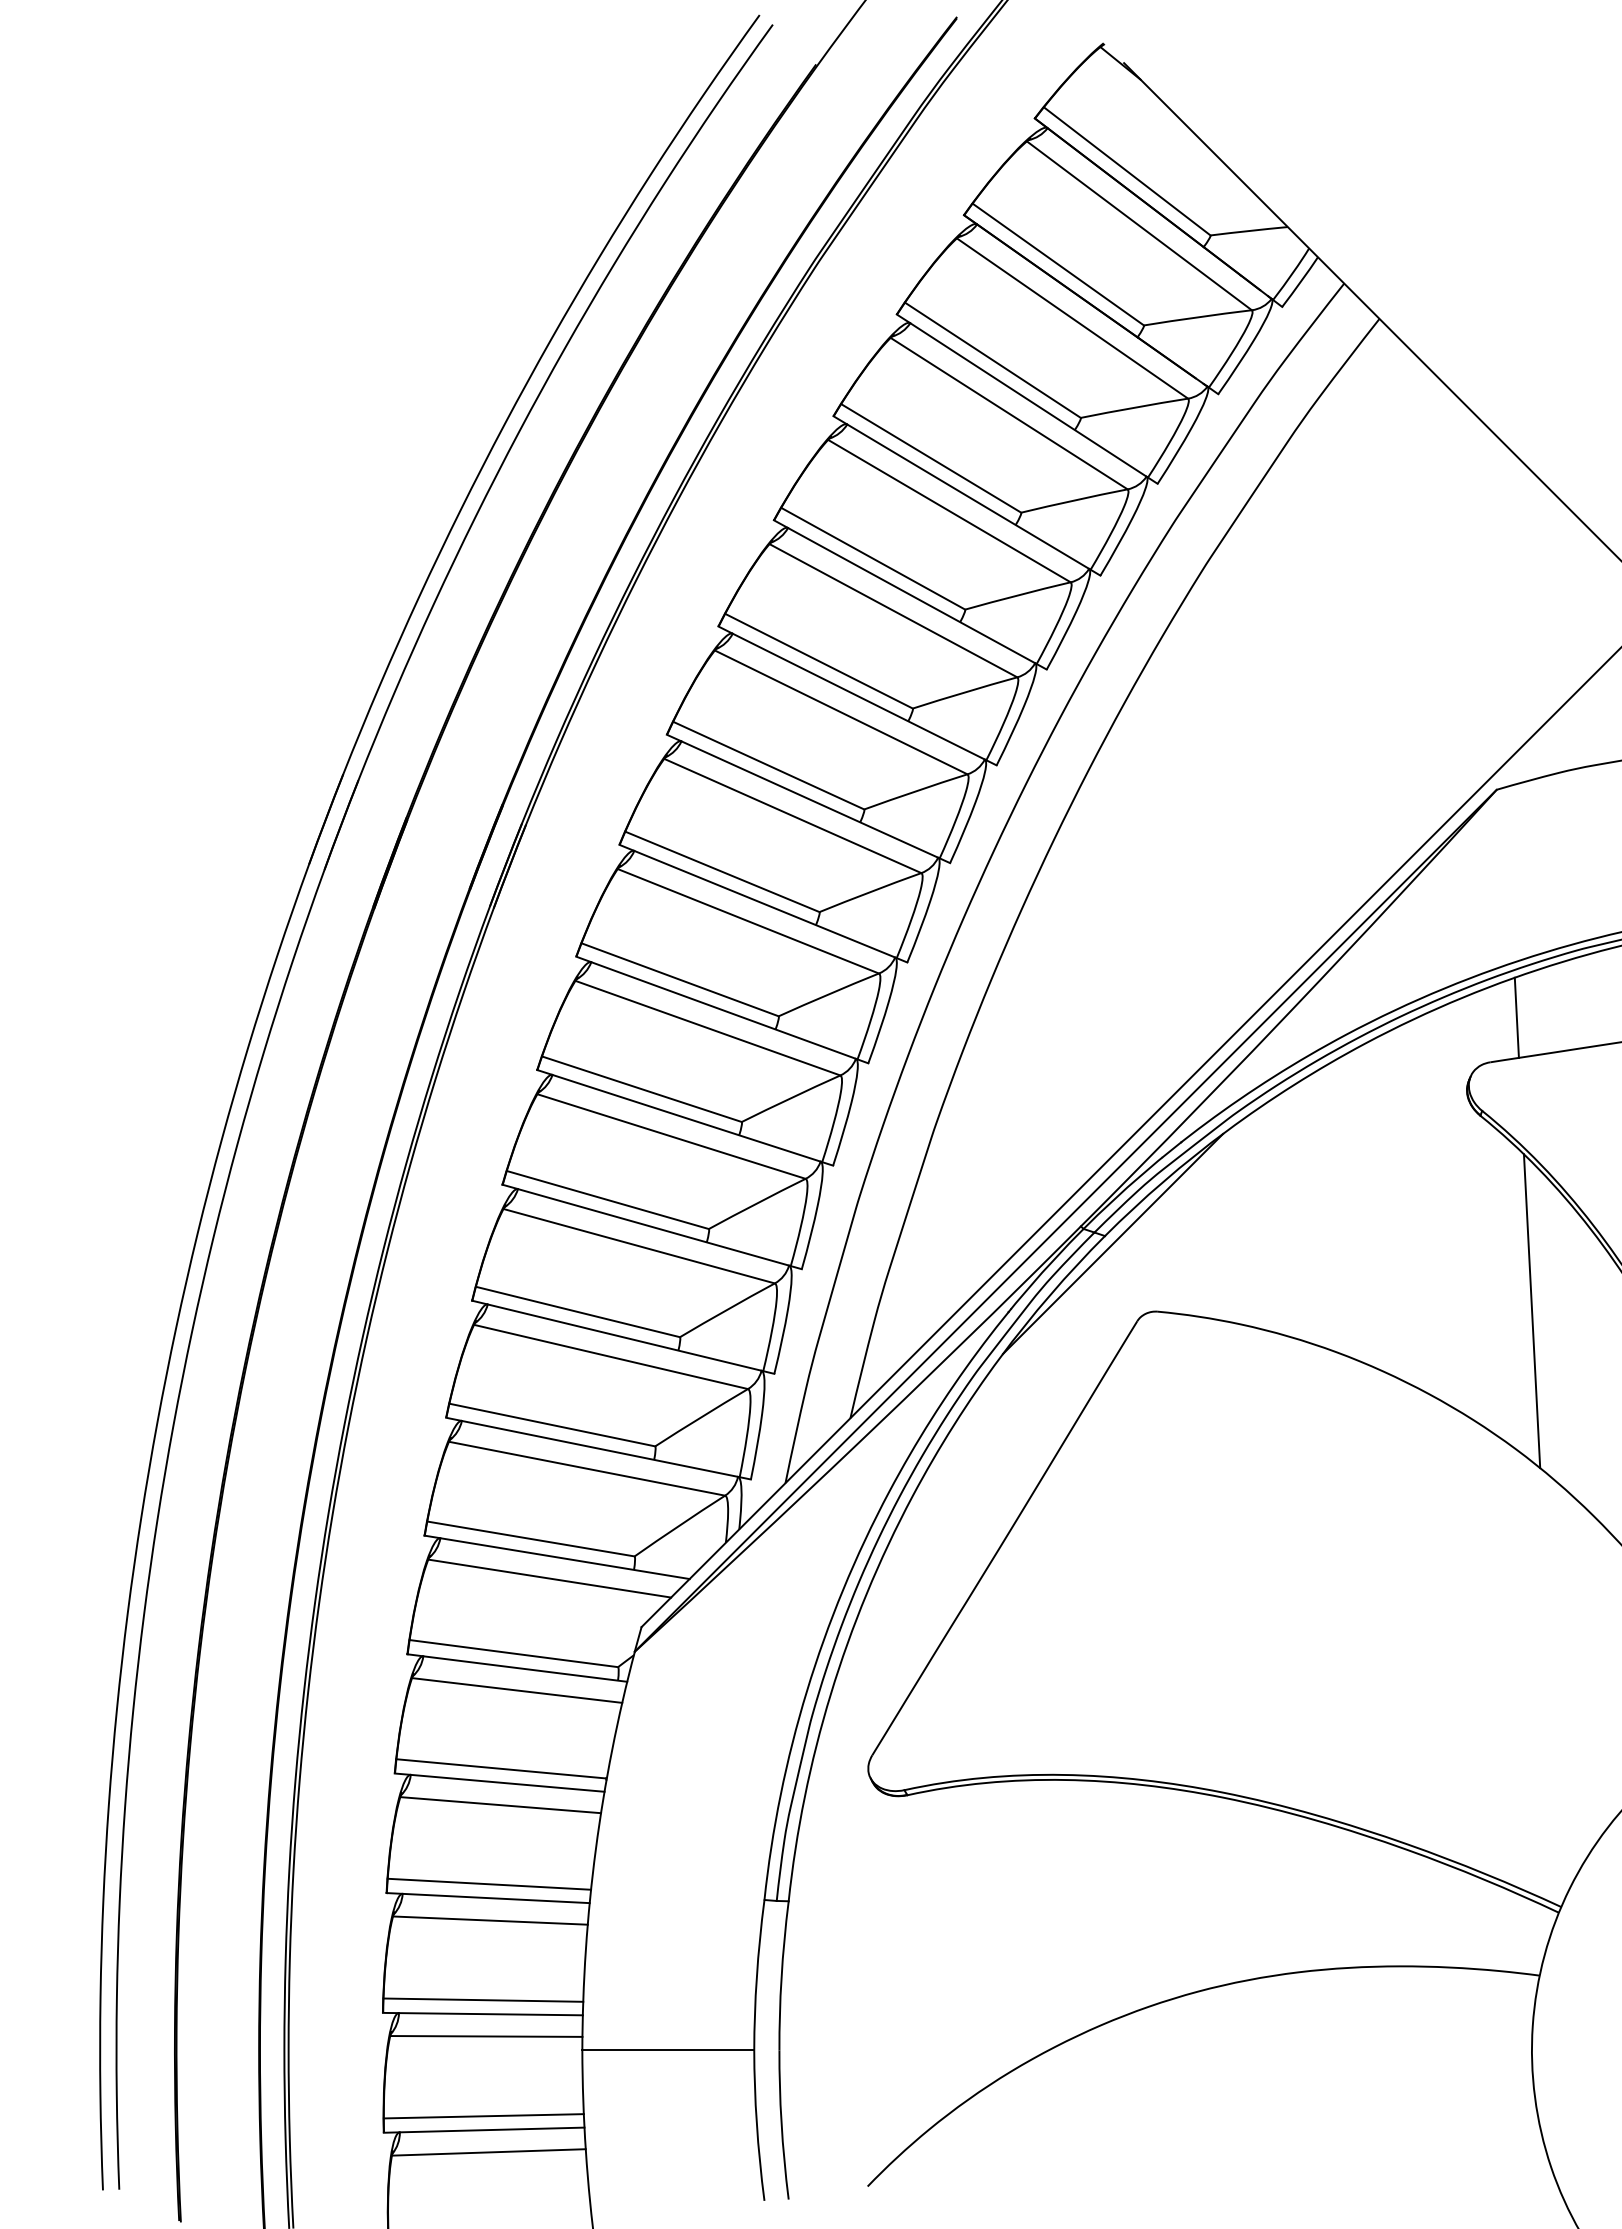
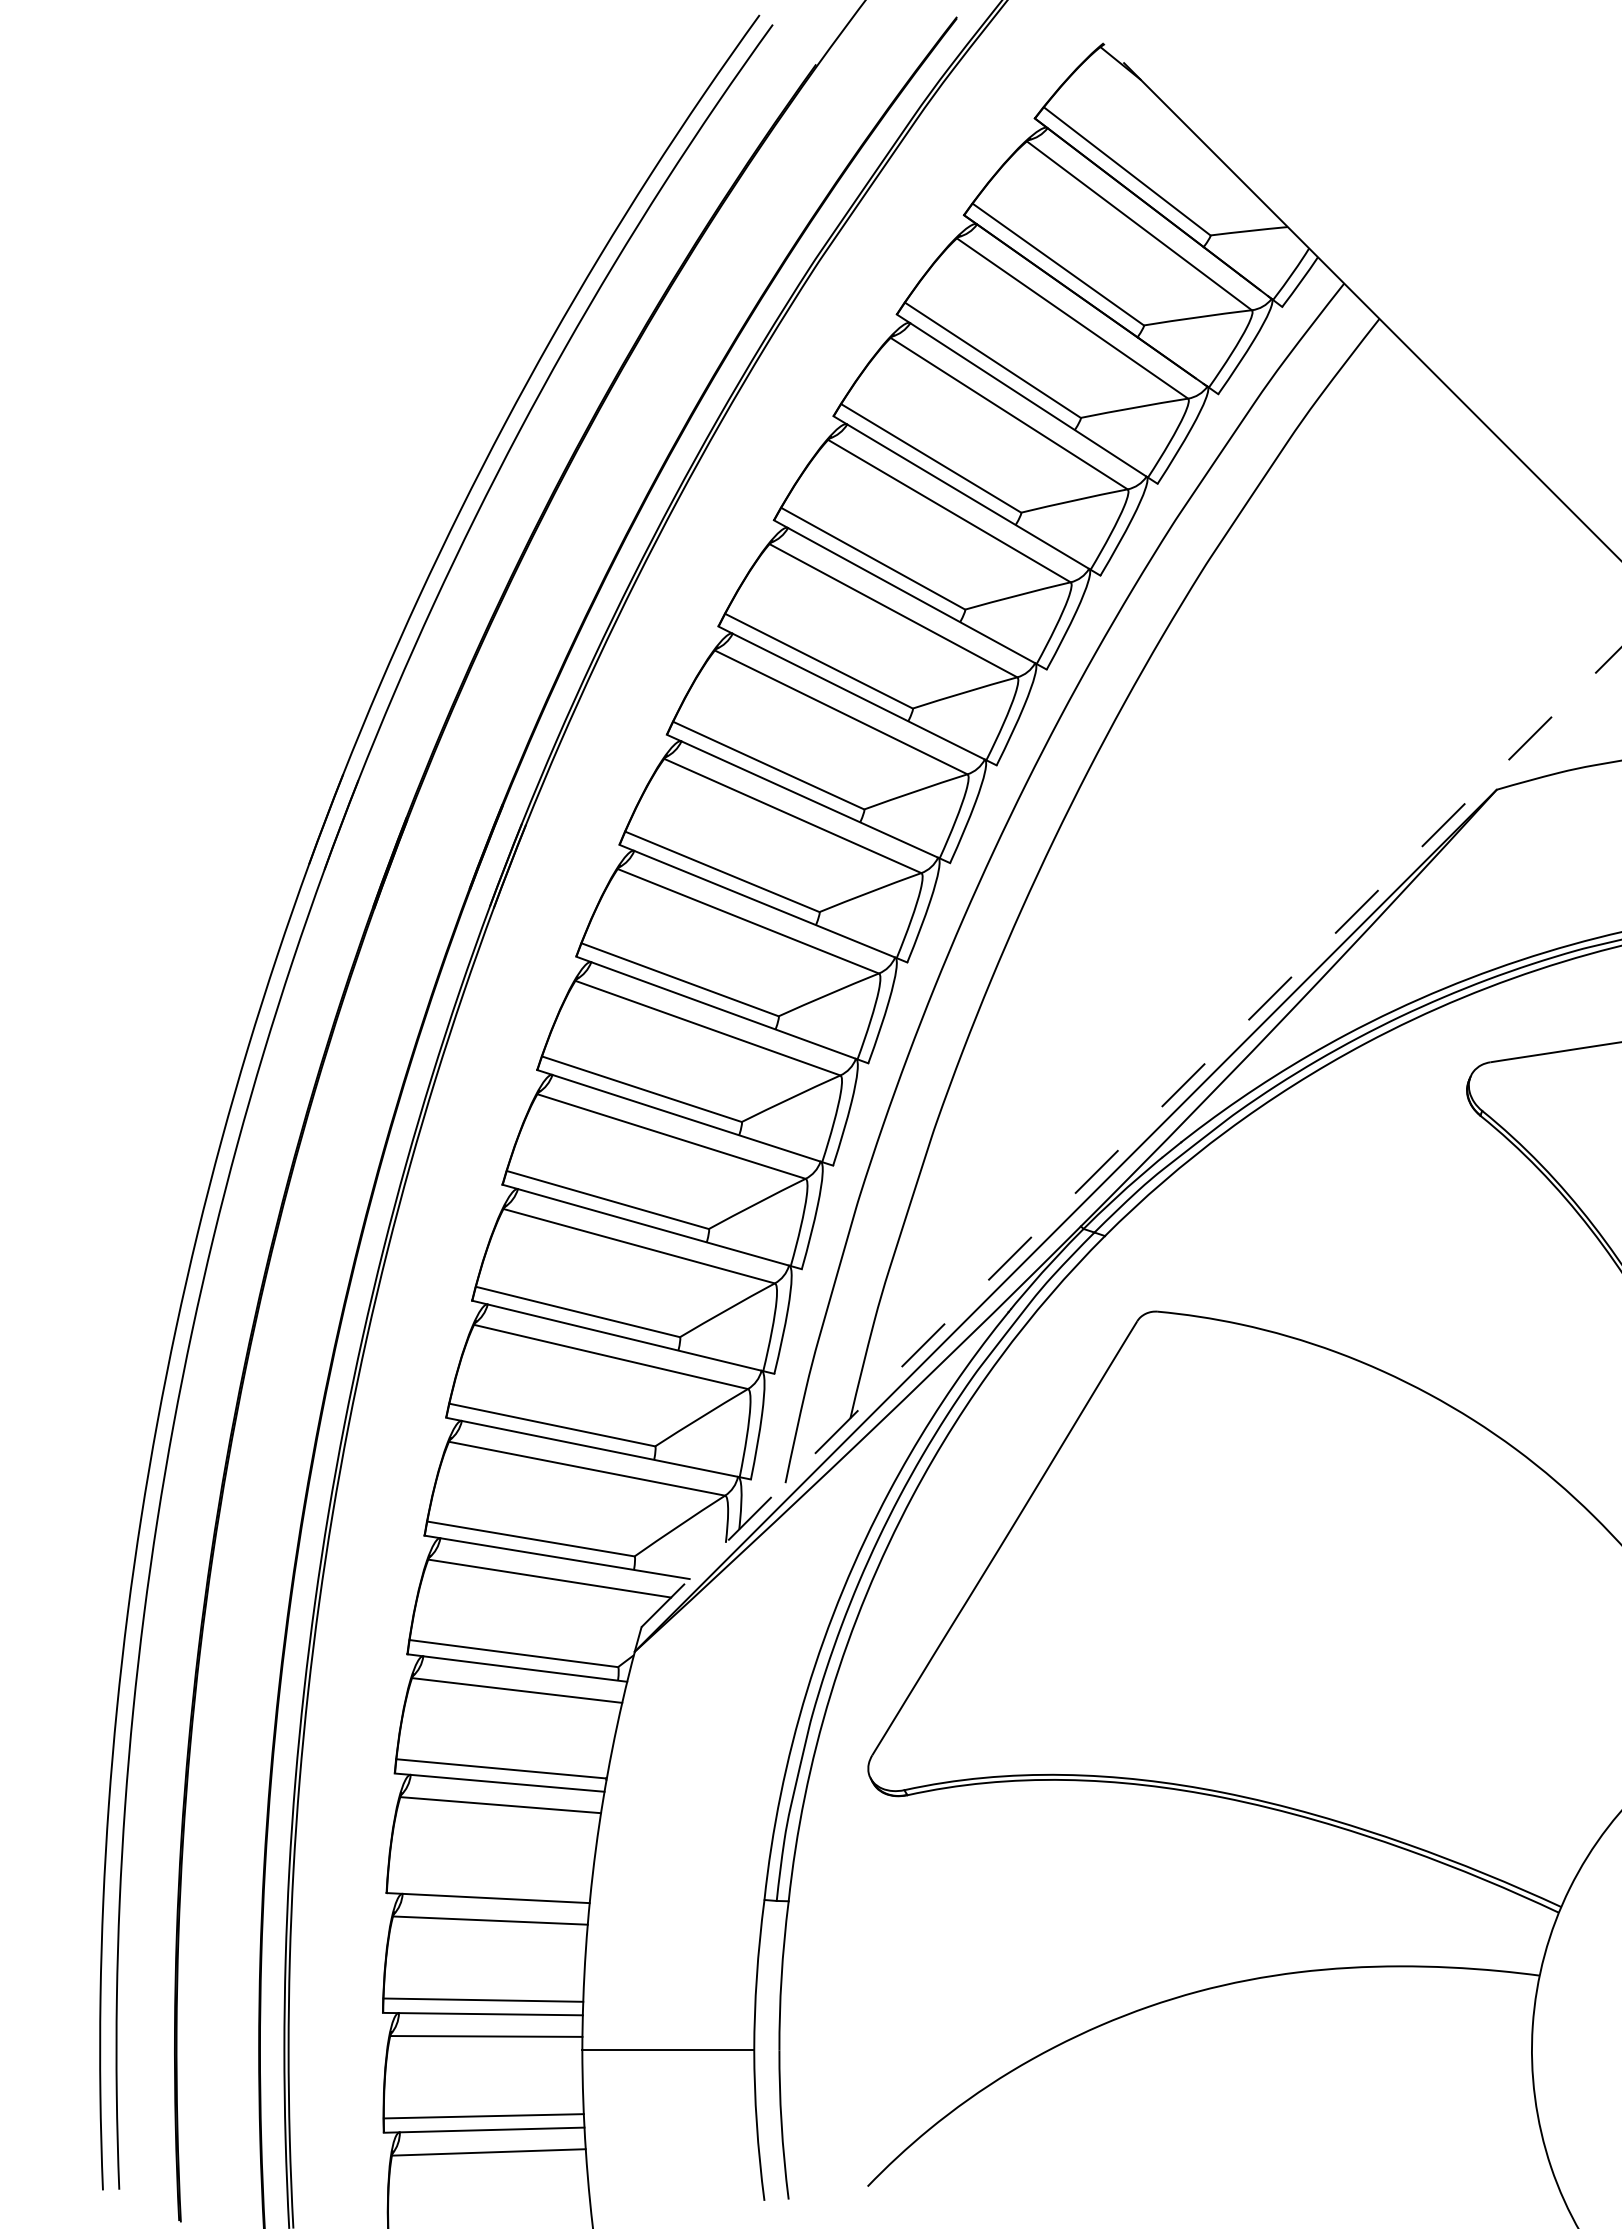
line at (1516, 1017): present -> none
line at (1131, 1137): solid -> dashed
line at (1112, 1243): present -> none
line at (1531, 1311): present -> none
line at (489, 1883): present -> none
